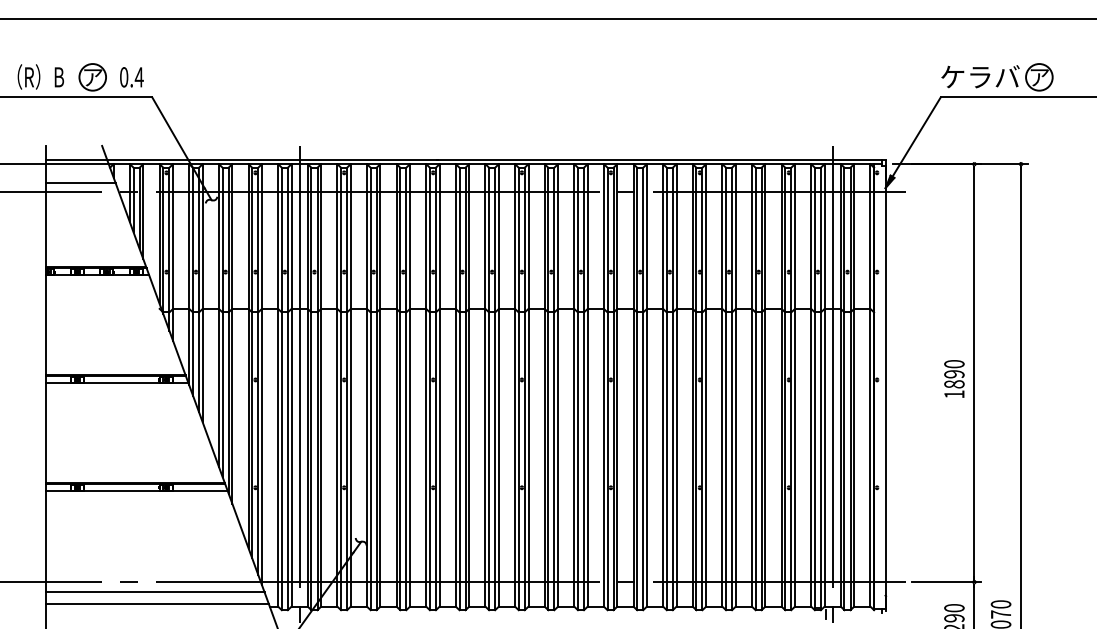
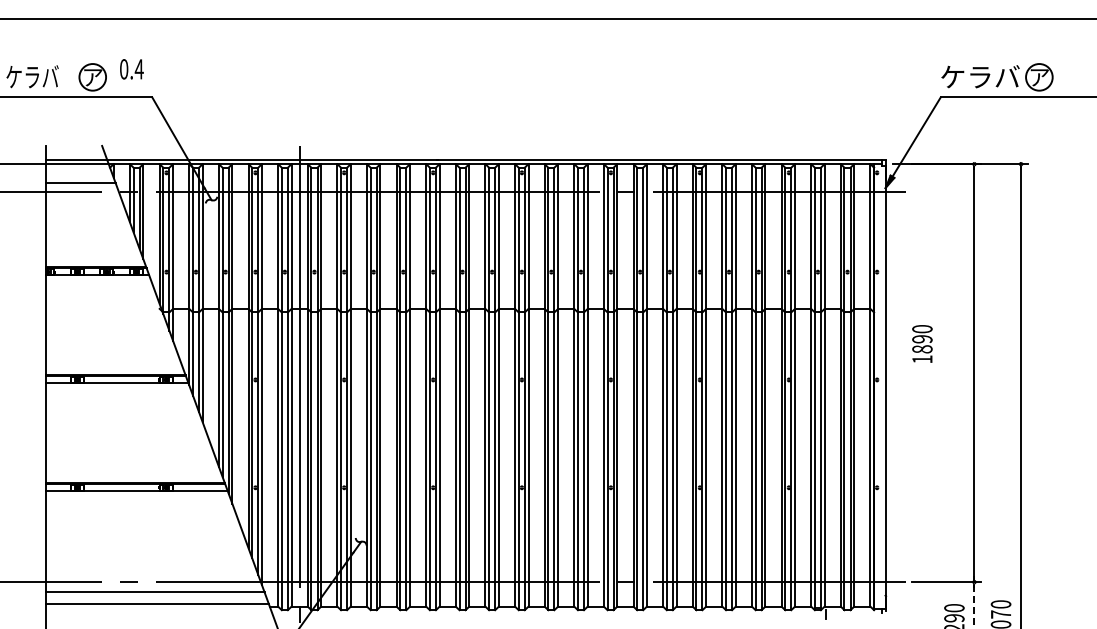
text at (35, 76): （R）B -> ケラバ
text at (131, 77) position: (131, 77) -> (131, 69)
text at (954, 378) position: (954, 378) -> (922, 343)
line at (832, 385): present -> none
line at (974, 607): solid -> dashed
